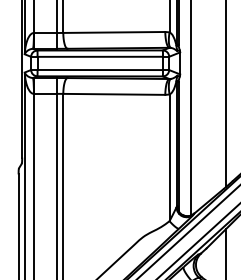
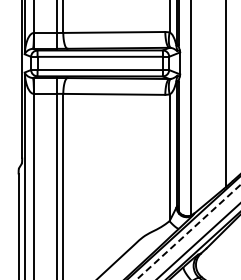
line at (188, 232): solid -> dashed
line at (226, 252): present -> none
